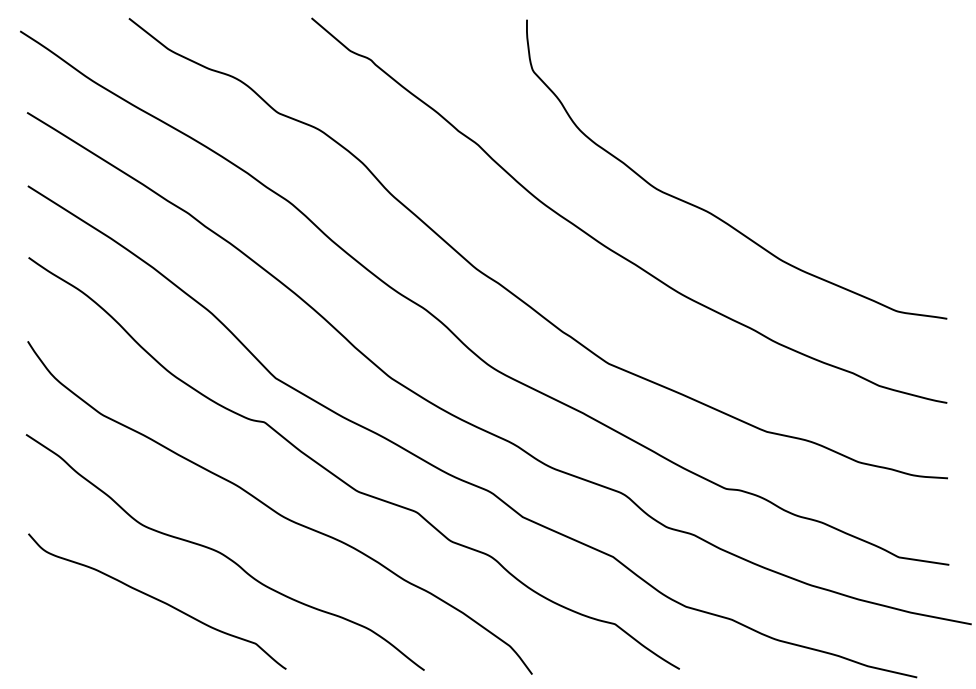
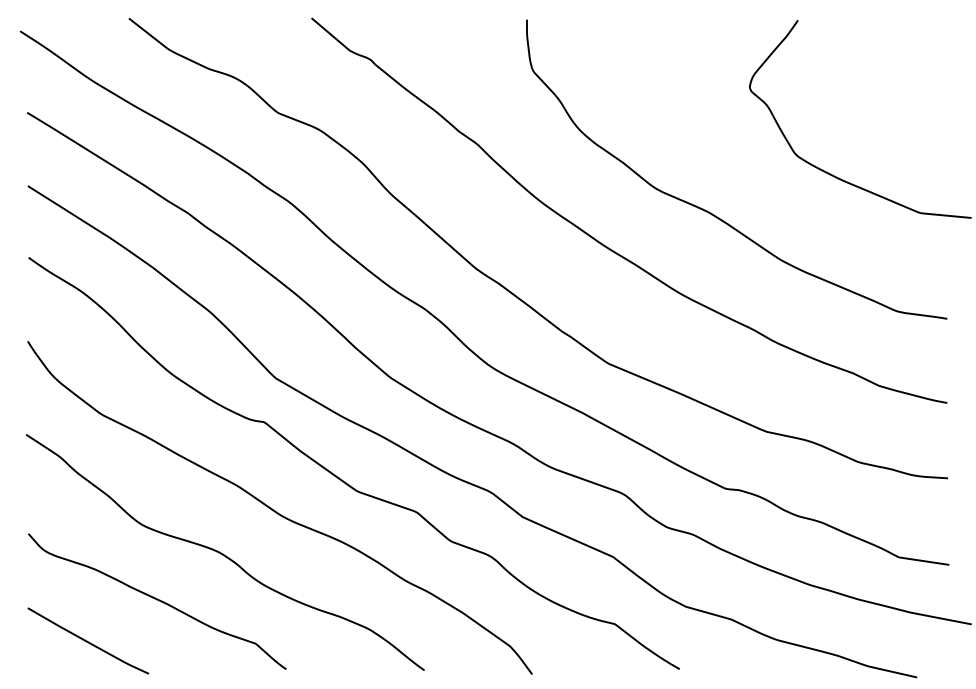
curve at (832, 174): none -> present
curve at (87, 640): none -> present
